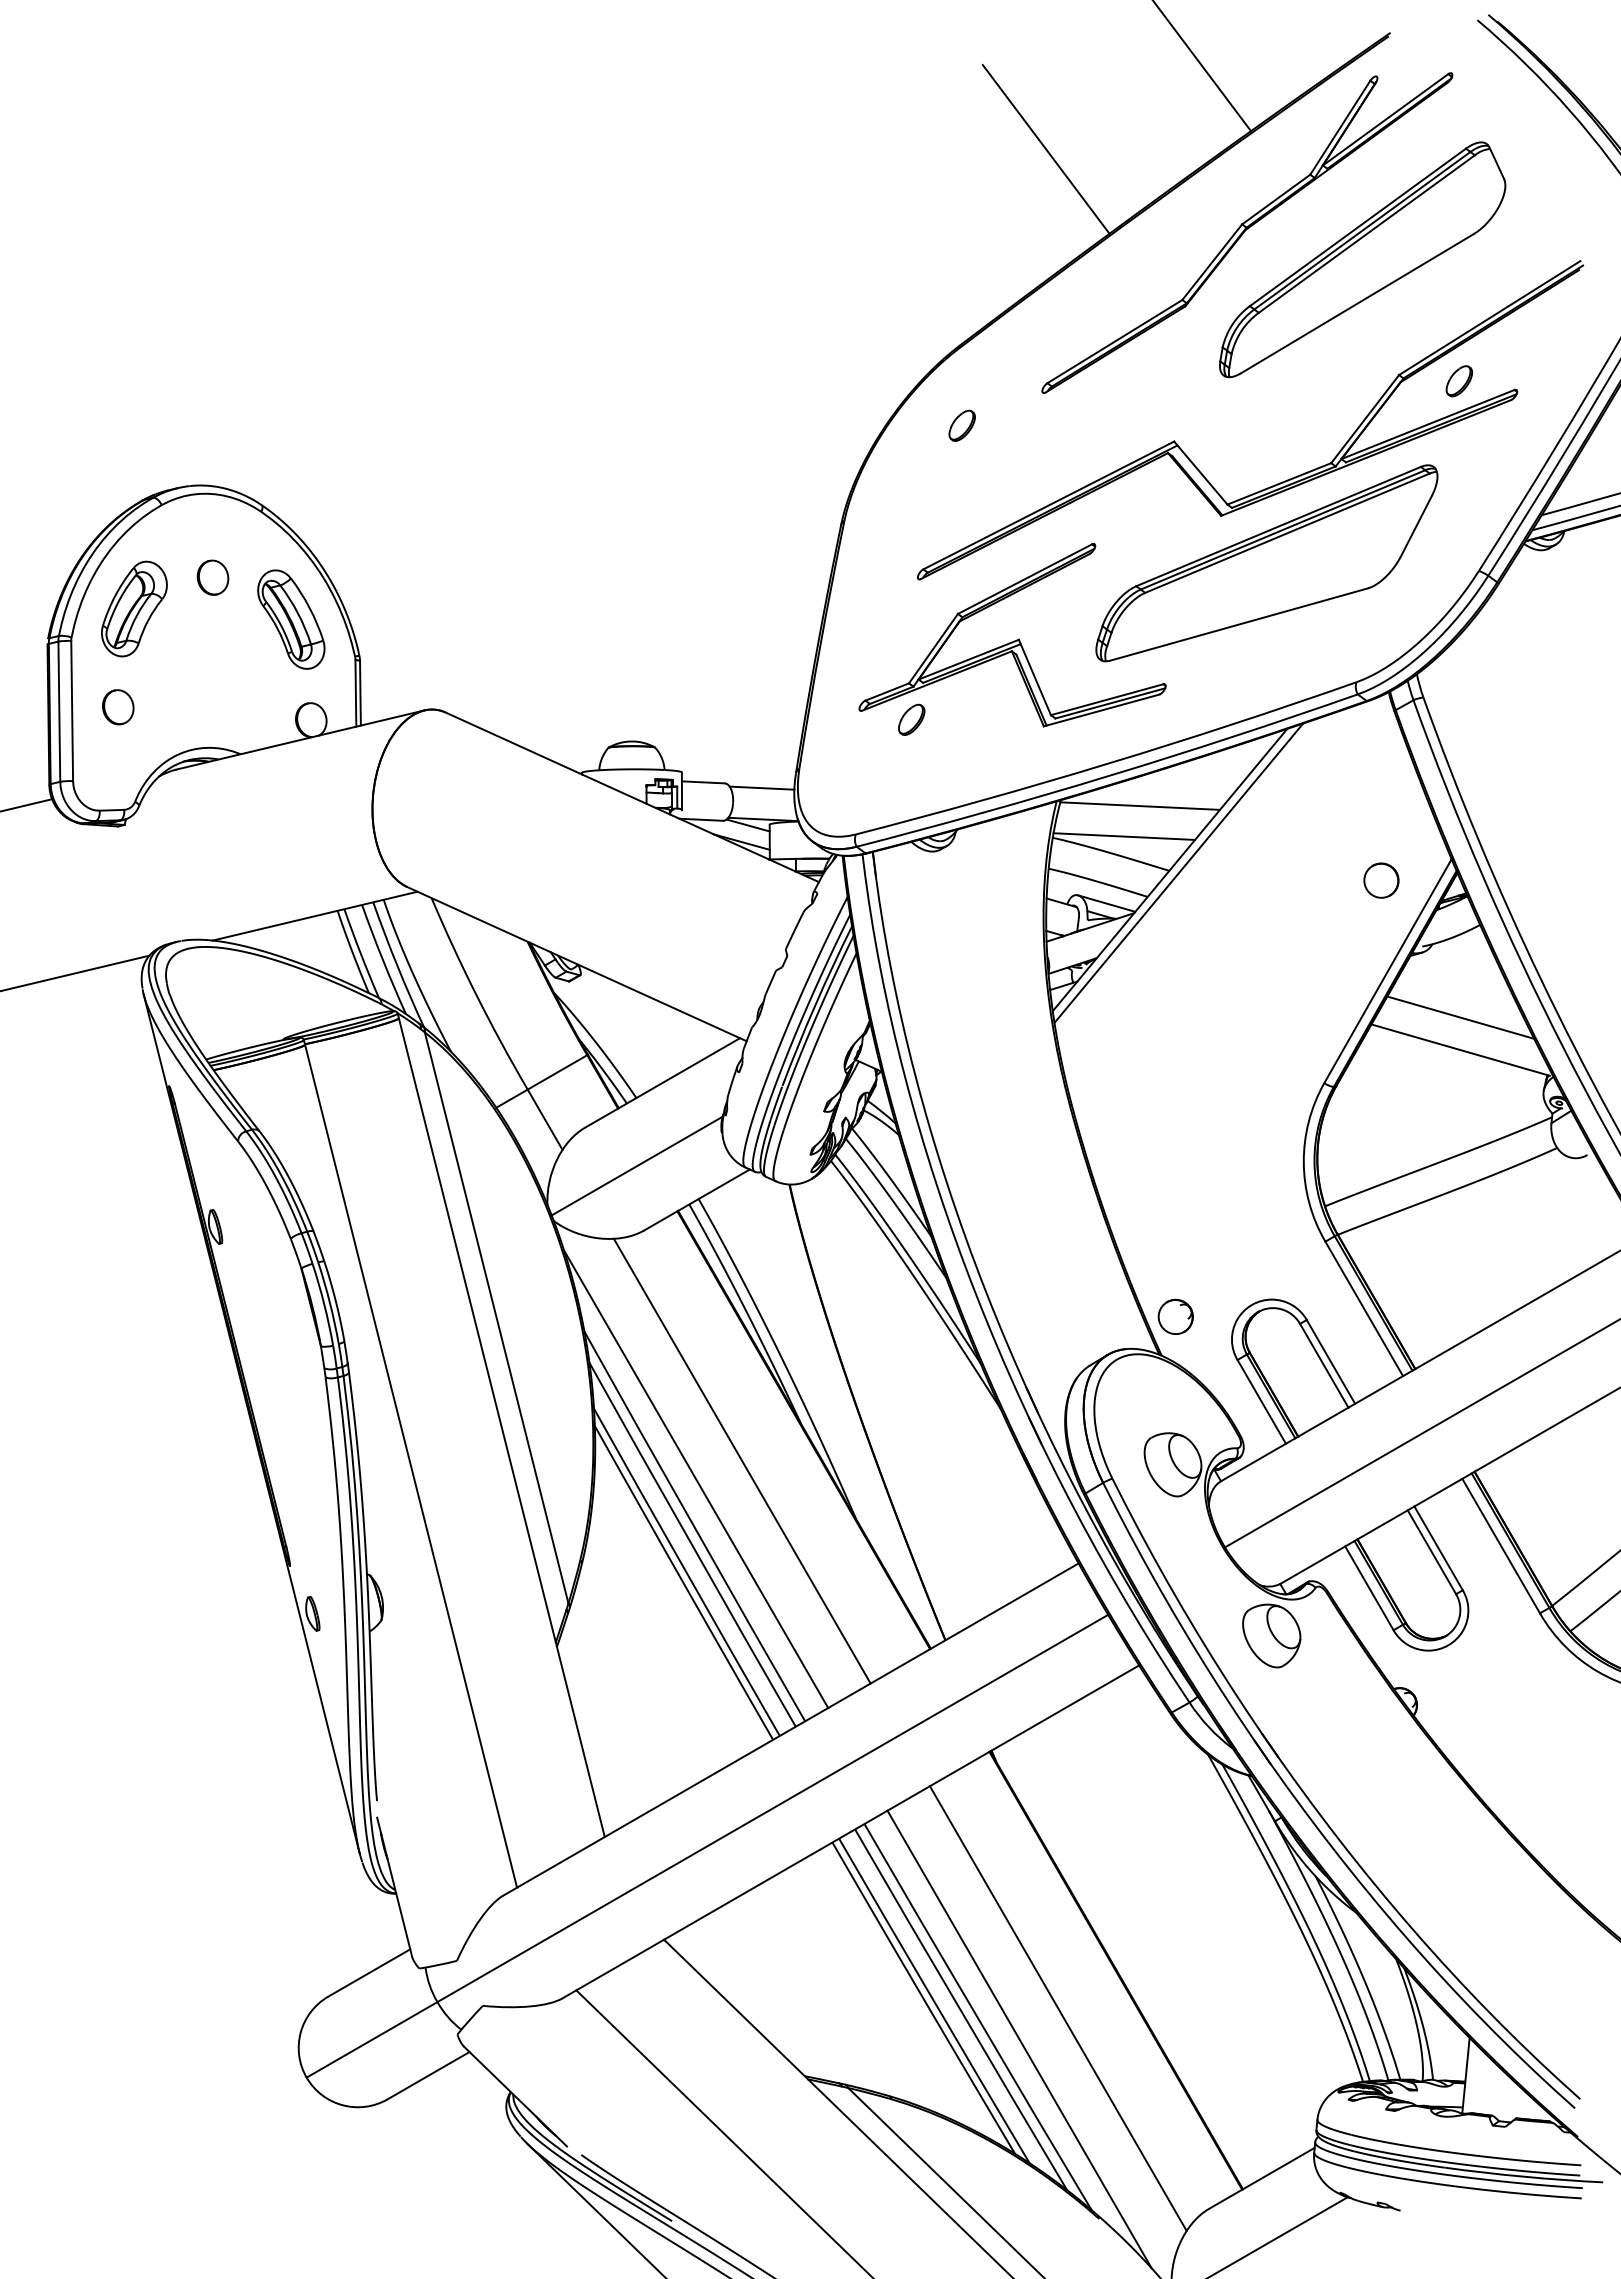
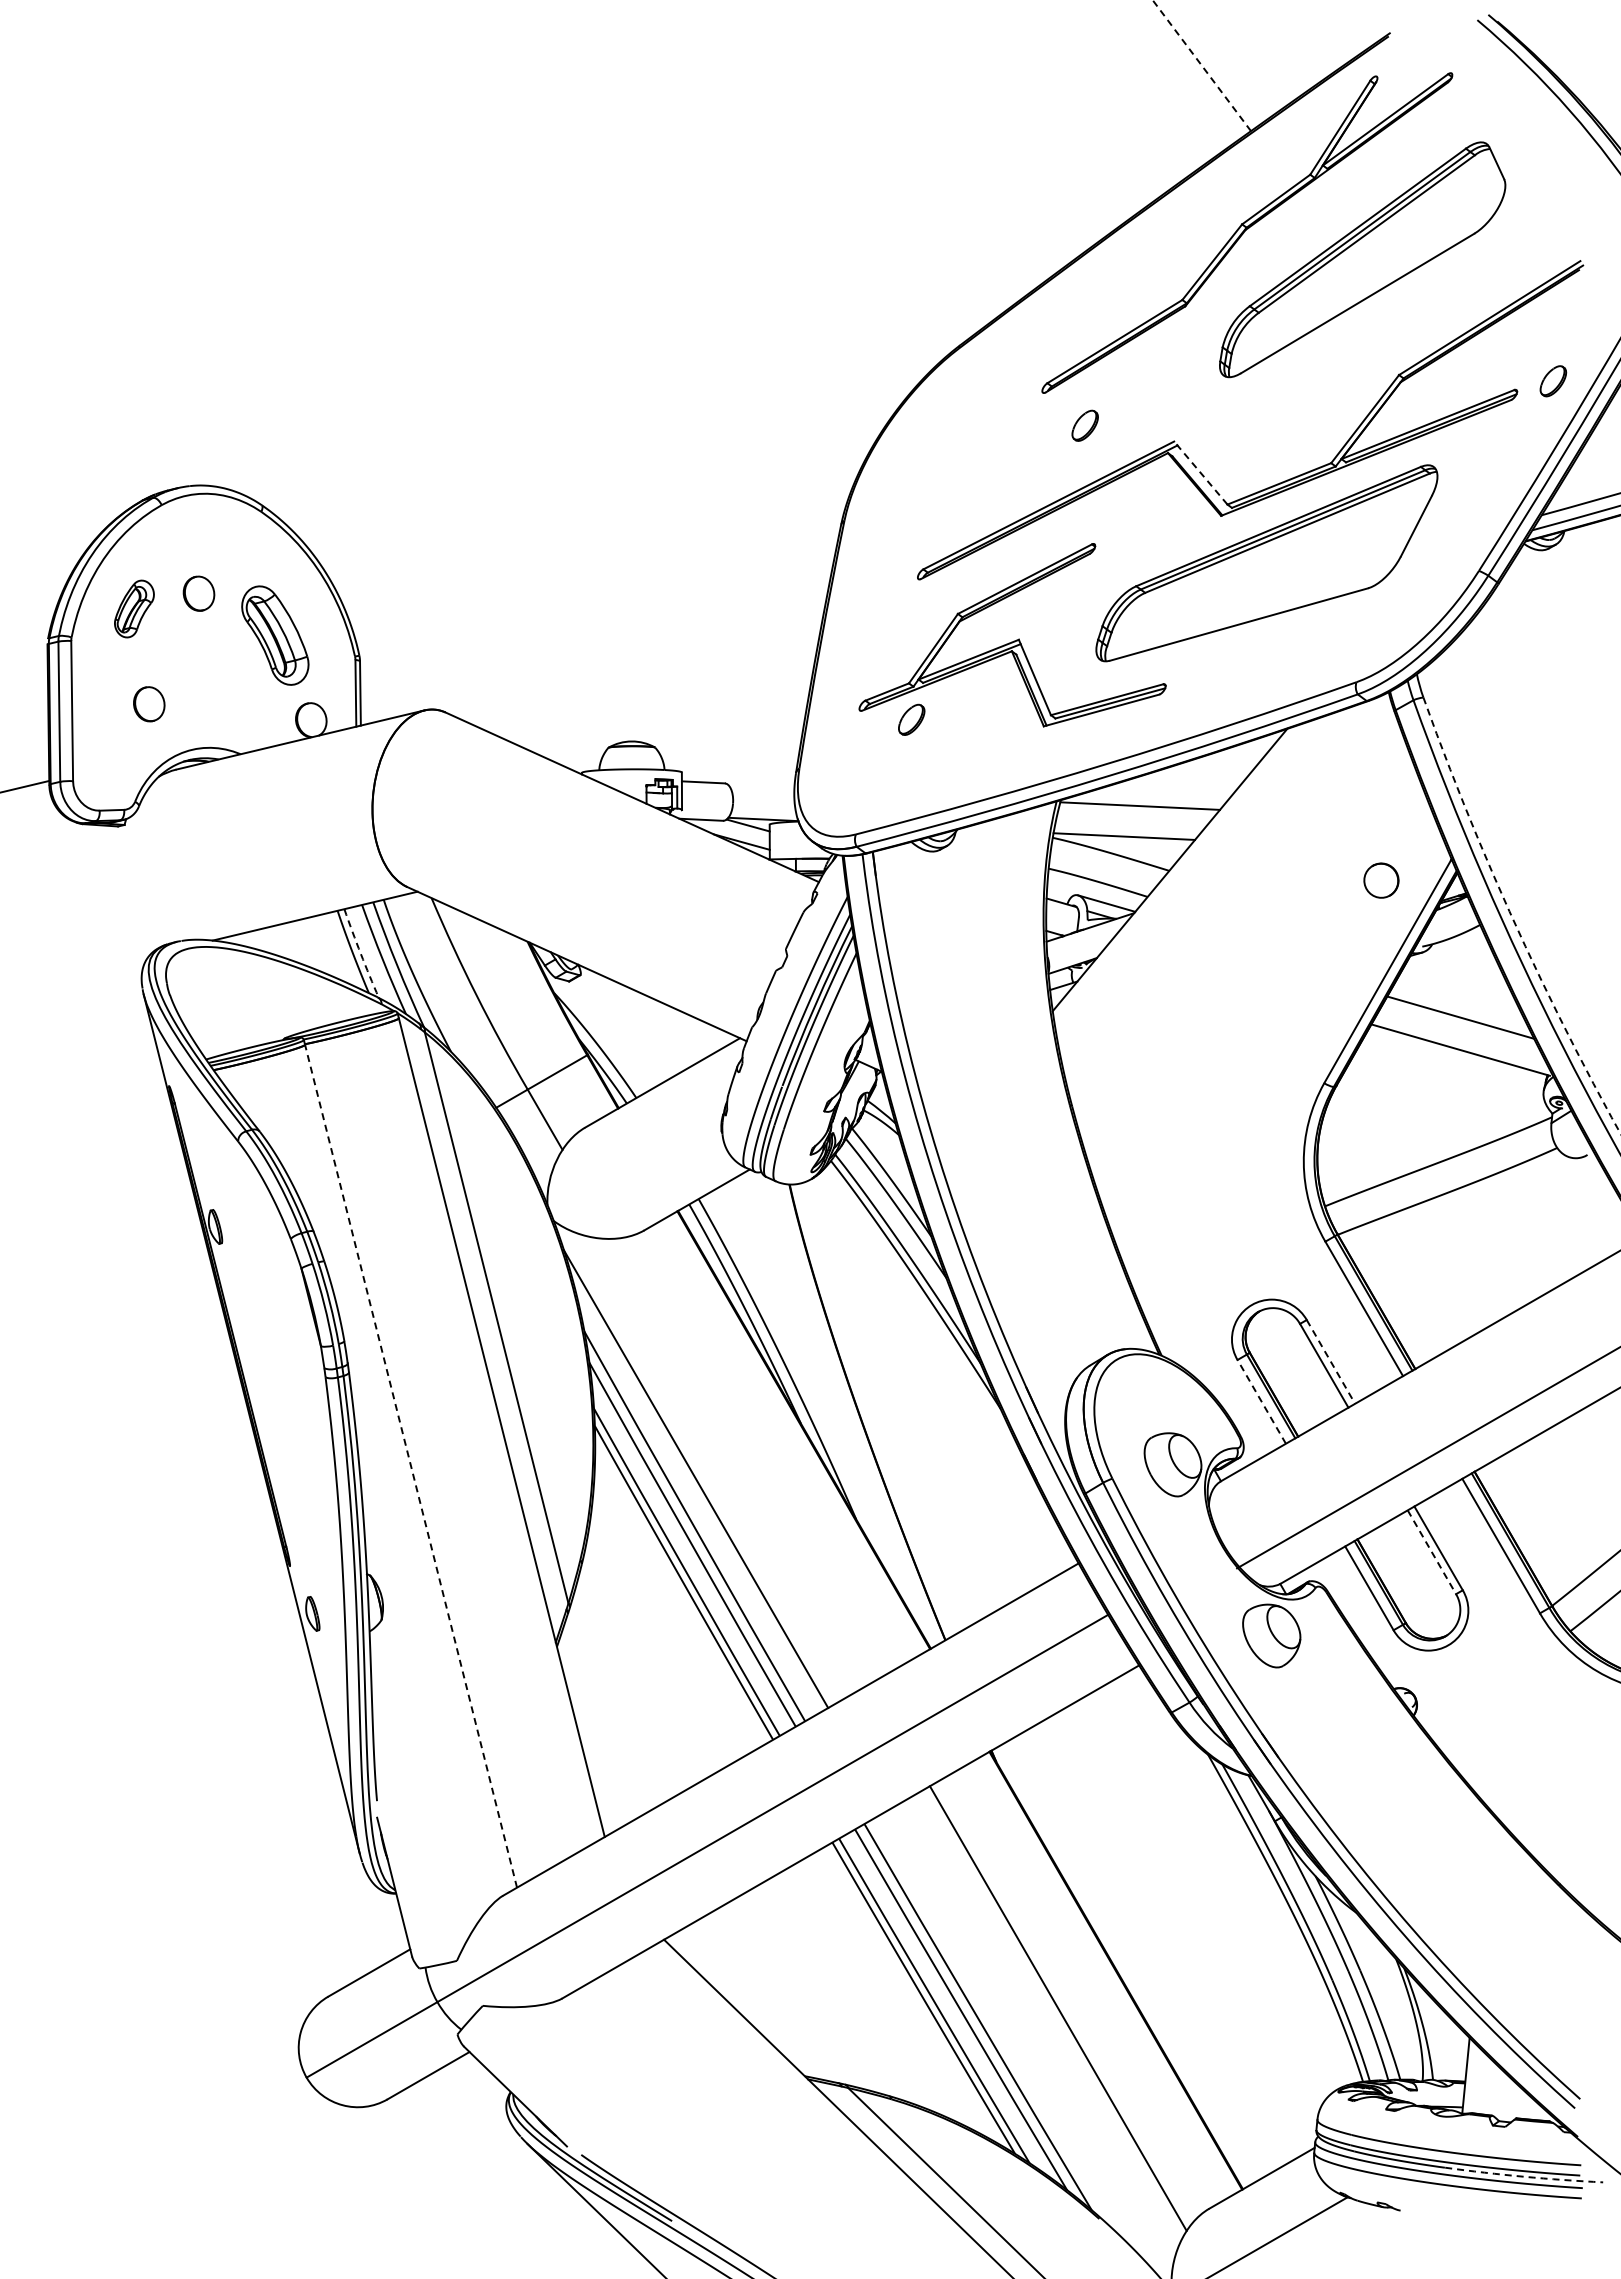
line at (1201, 65): solid -> dashed
line at (1045, 149): present -> none
part at (1459, 381) position: (1459, 381) -> (1553, 381)
part at (961, 425) position: (961, 425) -> (1084, 425)
line at (1200, 472): solid -> dashed
part at (212, 577) position: (212, 577) -> (198, 593)
part at (134, 608) size: 67x98 px -> 41x60 px
part at (291, 619) position: (291, 619) -> (275, 635)
part at (118, 707) position: (118, 707) -> (149, 704)
line at (761, 787): present -> none
line at (27, 805) position: (27, 805) -> (25, 786)
line at (1178, 872): present -> none
arc at (1513, 919): solid -> dashed
arc at (360, 953): solid -> dashed
line at (75, 972): present -> none
line at (636, 1165): present -> none
part at (1175, 1316): present -> none
line at (1331, 1362): solid -> dashed
line at (1261, 1401): solid -> dashed
line at (1421, 1433) position: (1421, 1433) -> (1427, 1458)
line at (741, 1460): present -> none
line at (411, 1466): solid -> dashed
line at (1432, 1552): solid -> dashed
line at (1019, 2039): present -> none
line at (723, 2132): present -> none
arc at (1524, 2176): solid -> dashed
